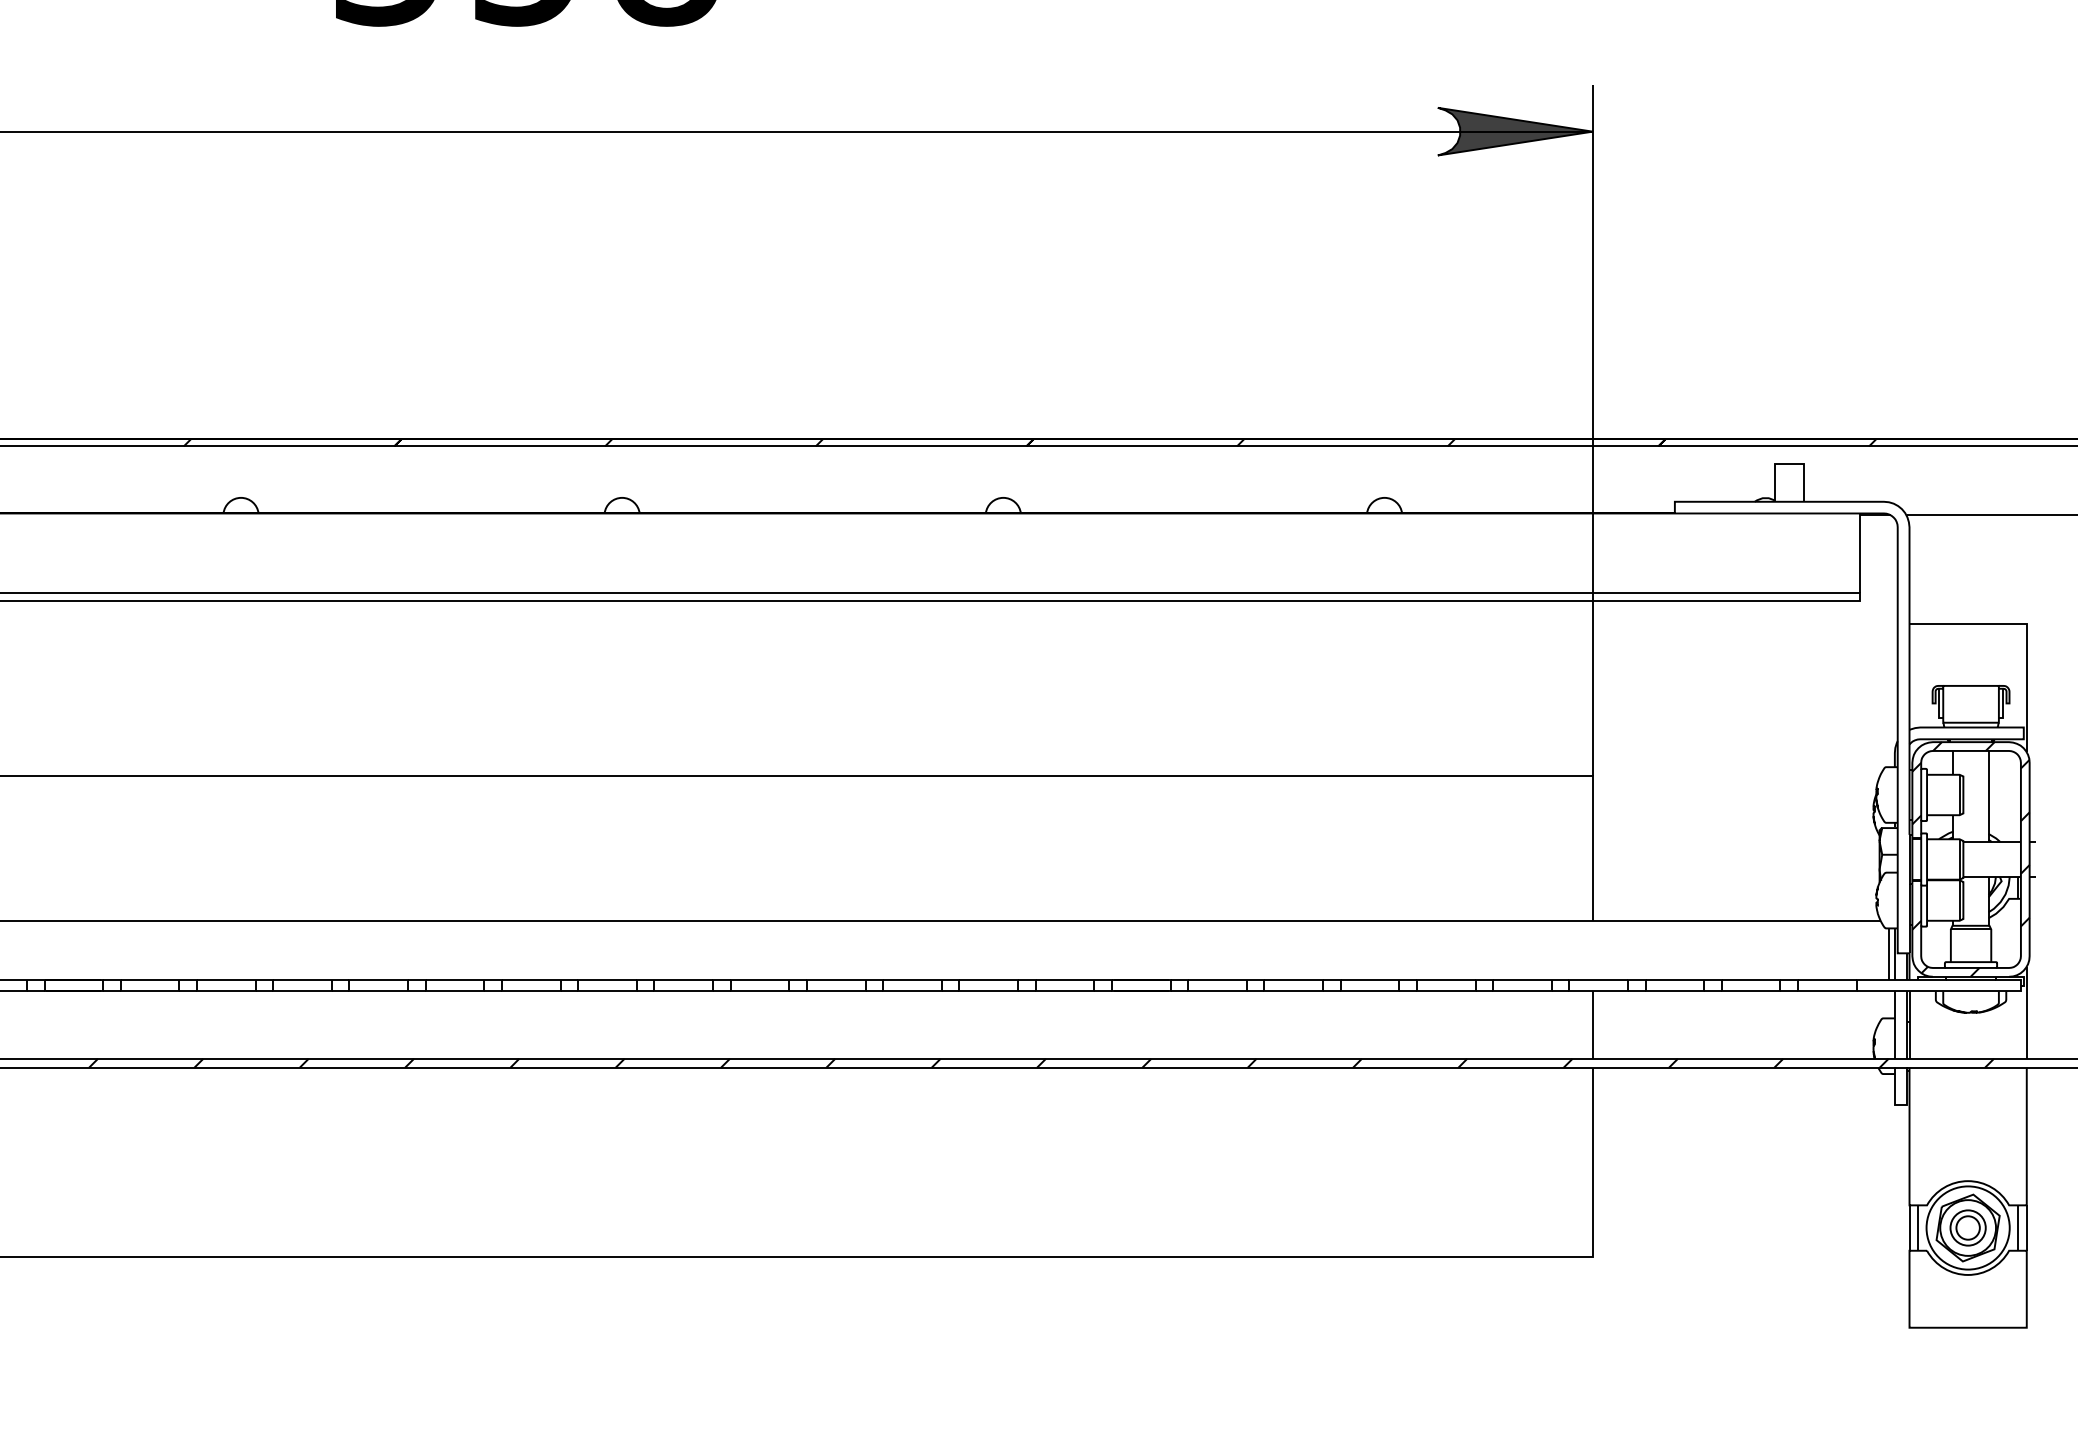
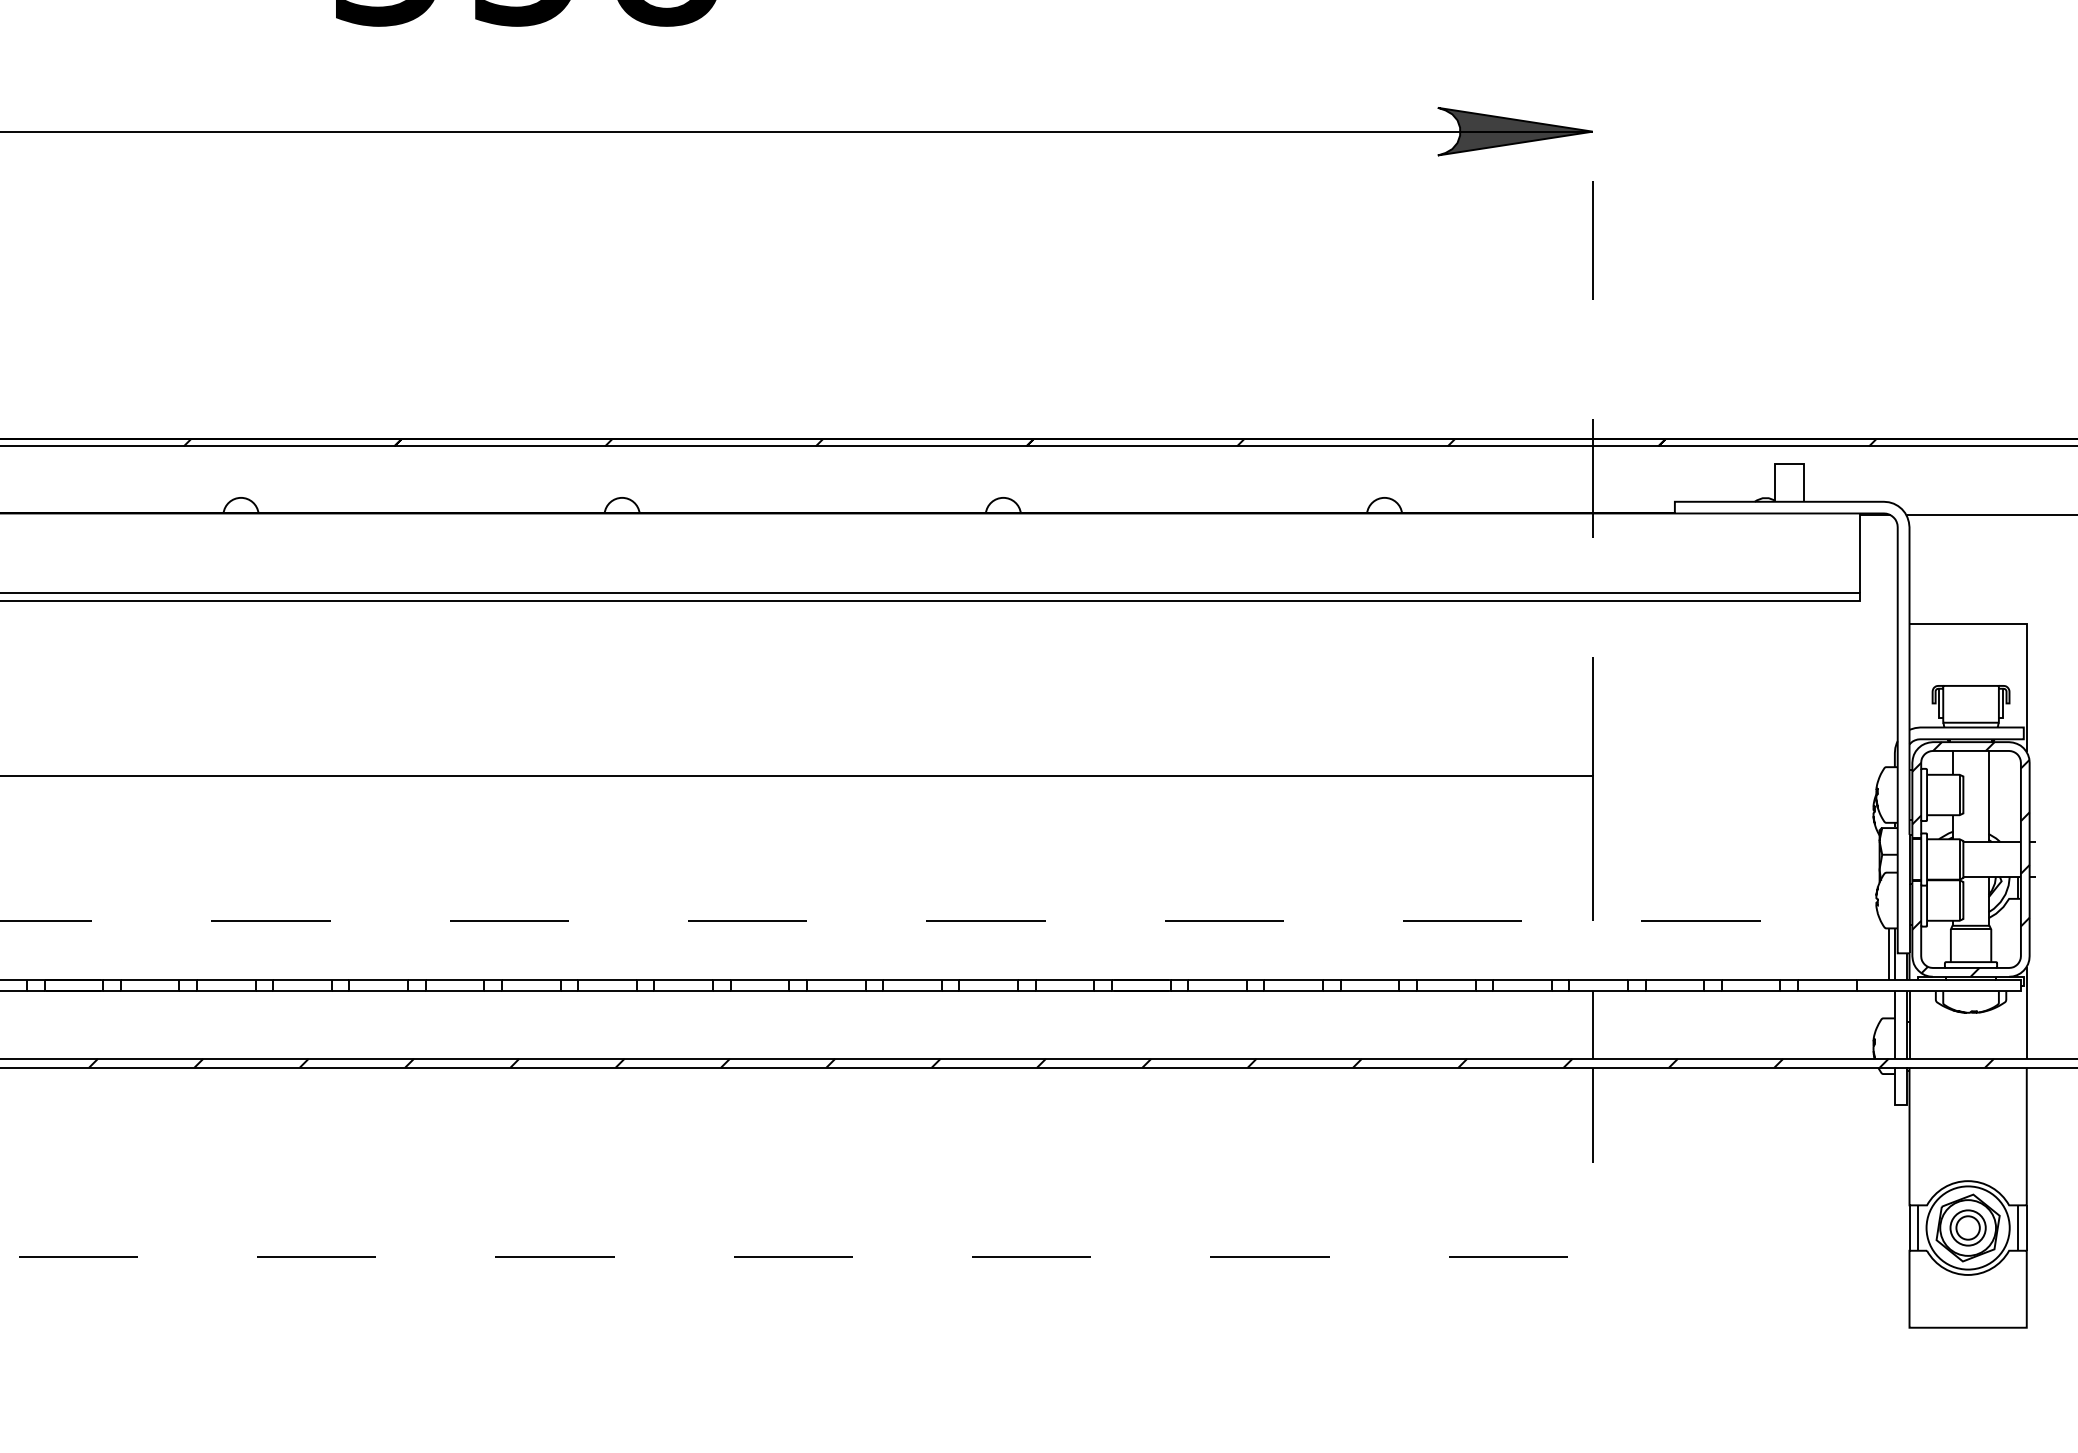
line at (1592, 430): solid -> dashed
line at (940, 921): solid -> dashed
line at (891, 1257): solid -> dashed
